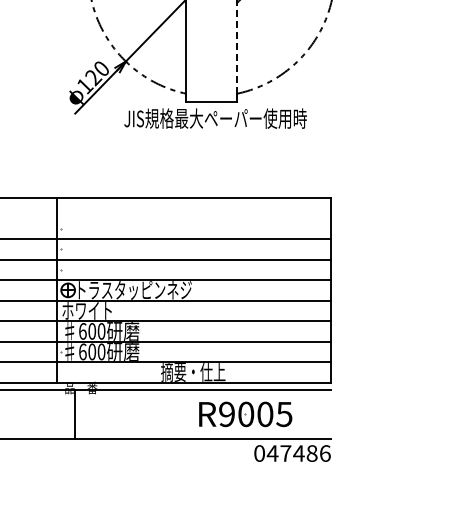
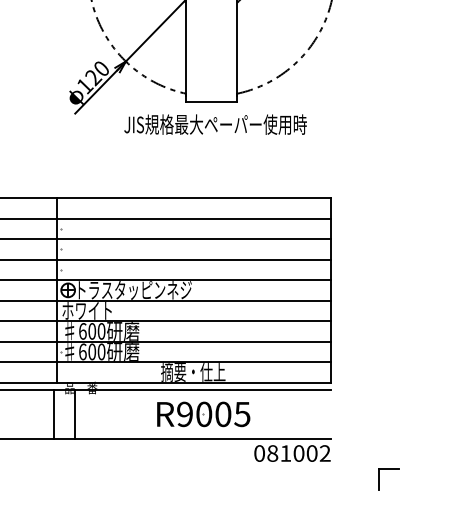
line at (237, 47): dashed -> solid
text at (215, 118) position: (215, 118) -> (215, 124)
line at (166, 218): none -> present
line at (54, 414): none -> present
part at (245, 414) position: (245, 414) -> (203, 414)
text at (298, 453): 047486 -> 081002
part at (379, 479): none -> present
